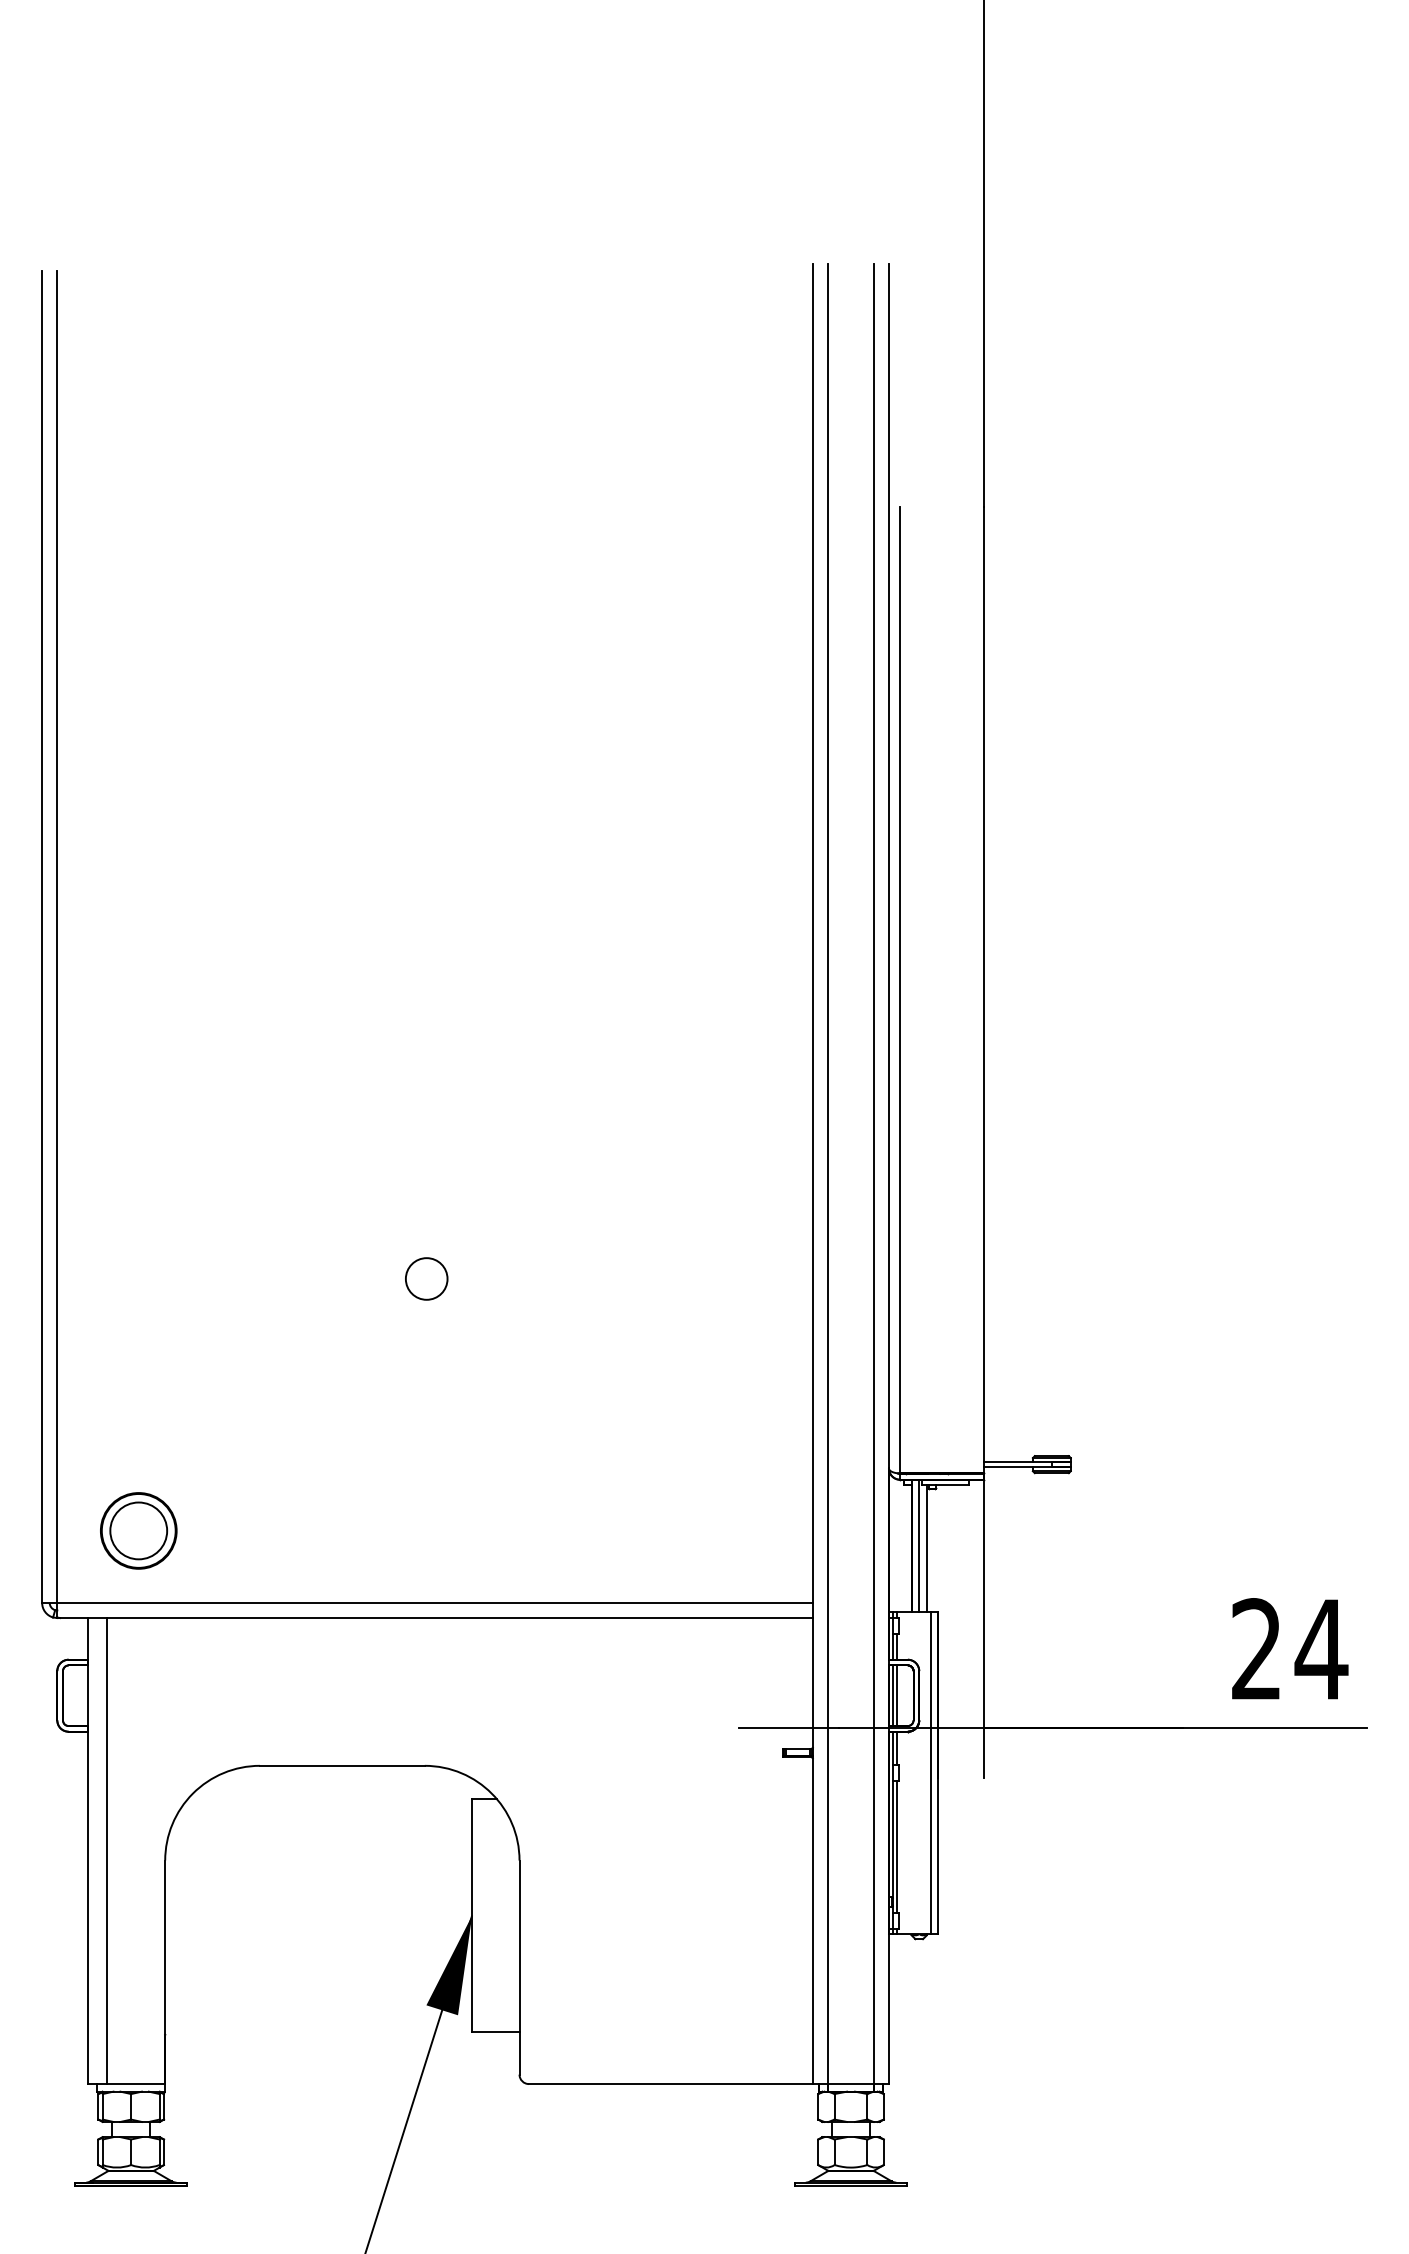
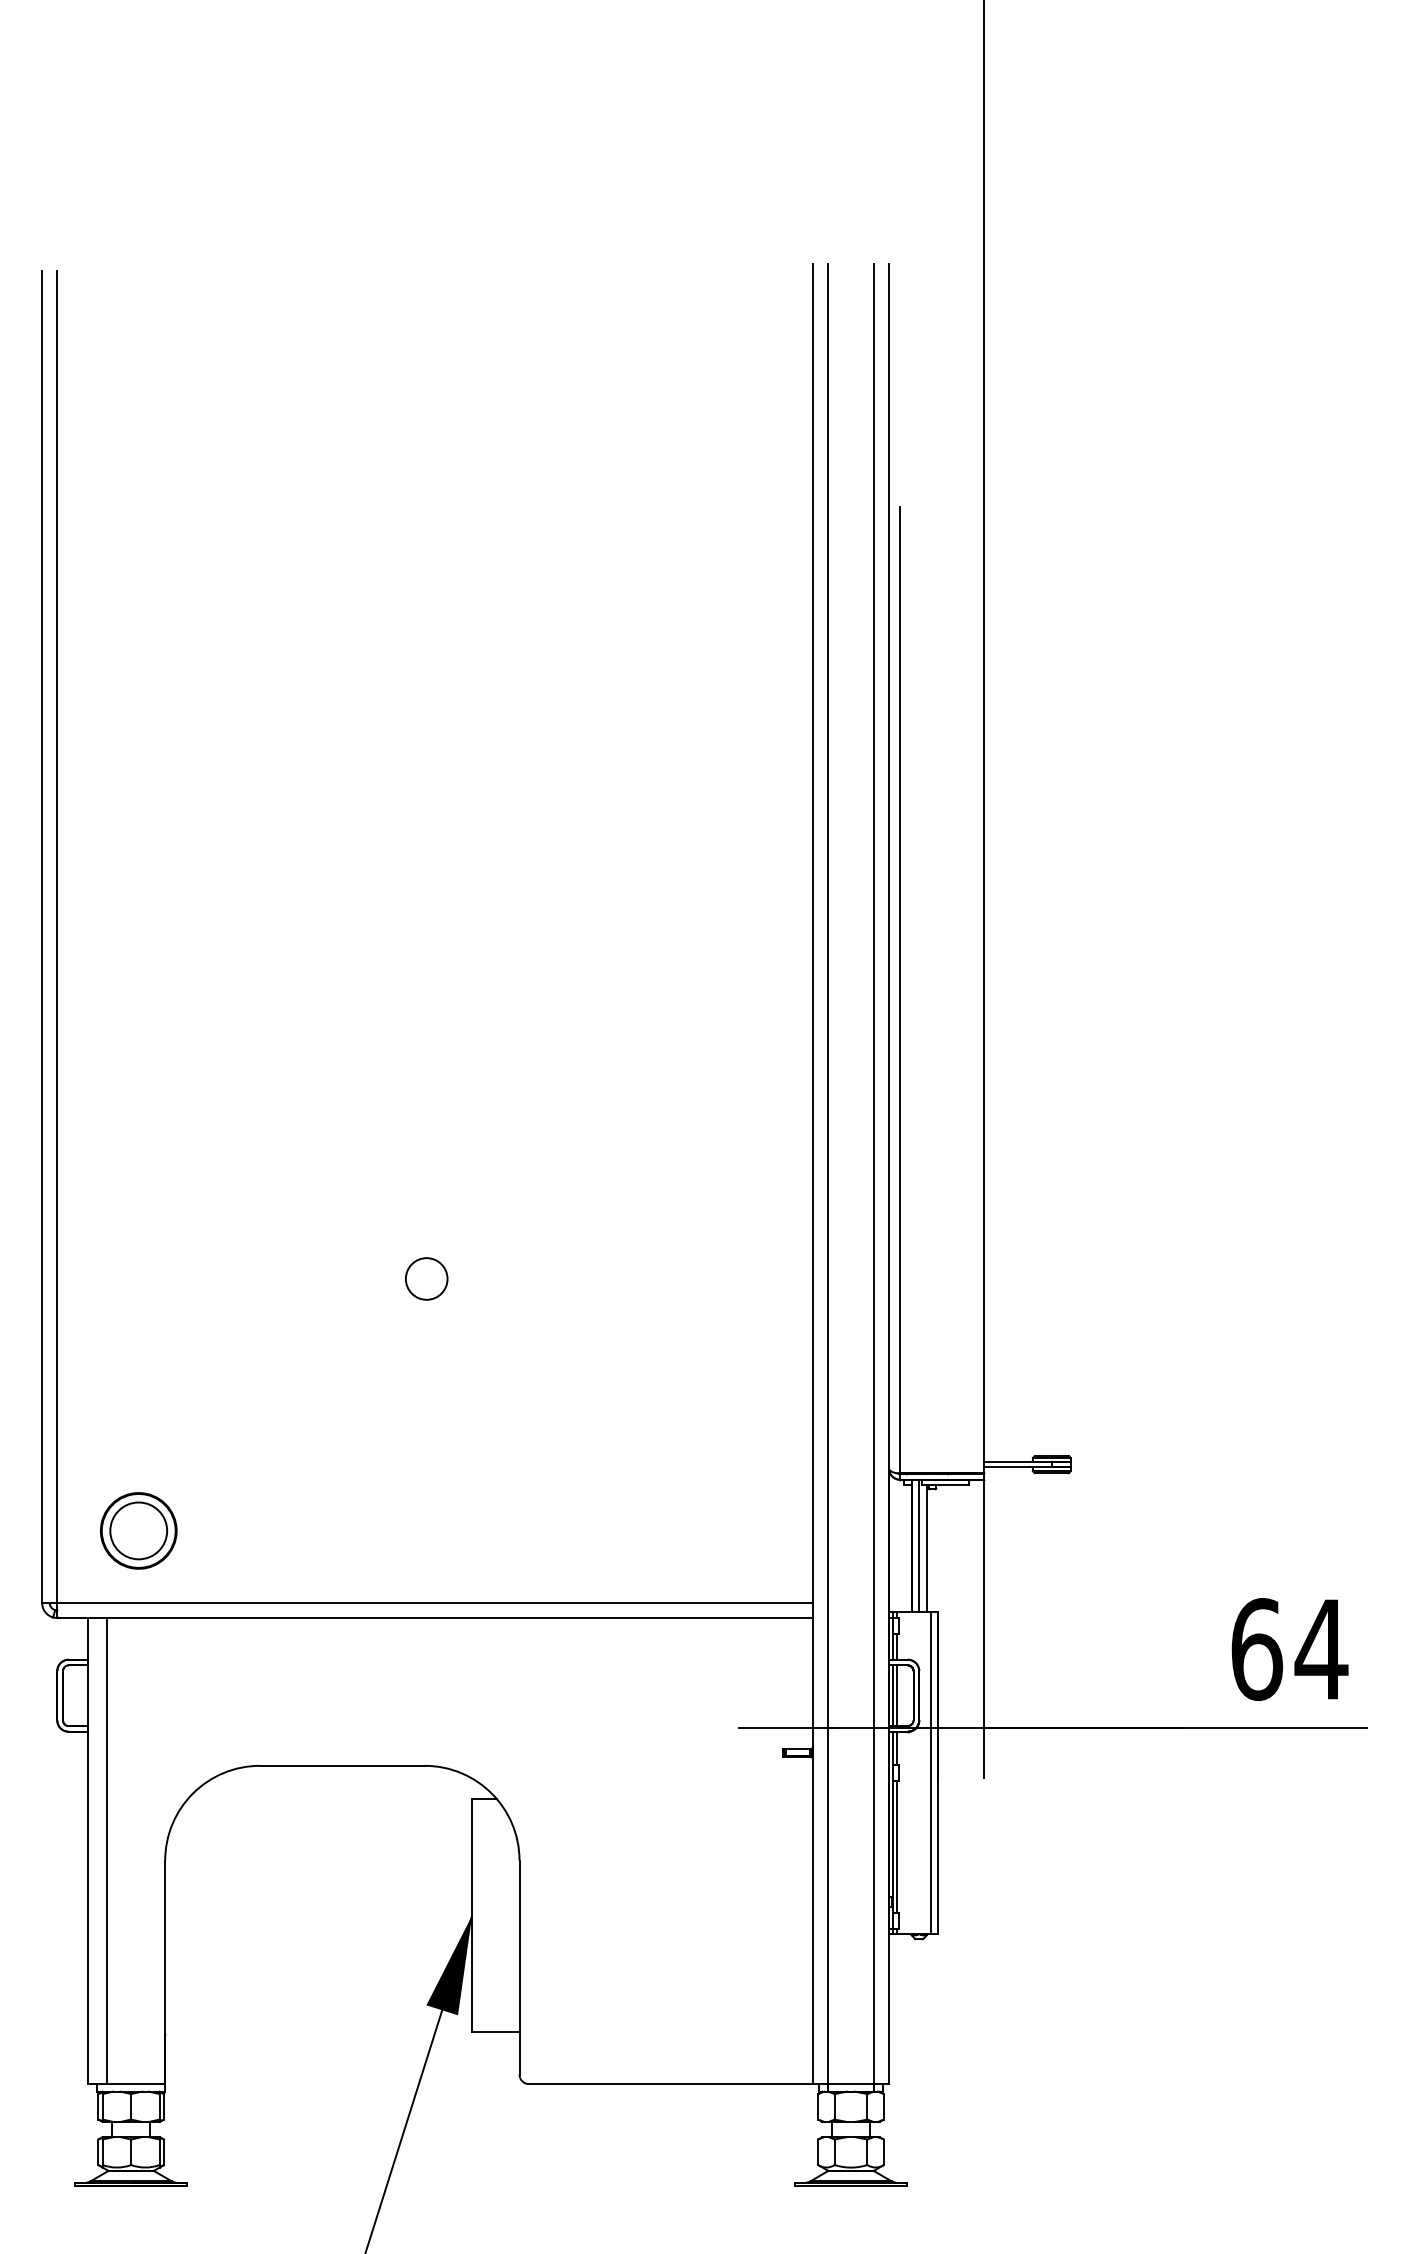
text at (1257, 1649): 24 -> 64
